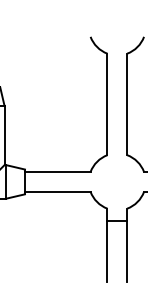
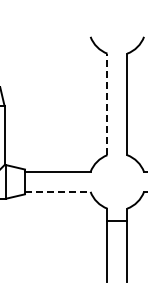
line at (107, 104): solid -> dashed
line at (57, 191): solid -> dashed
